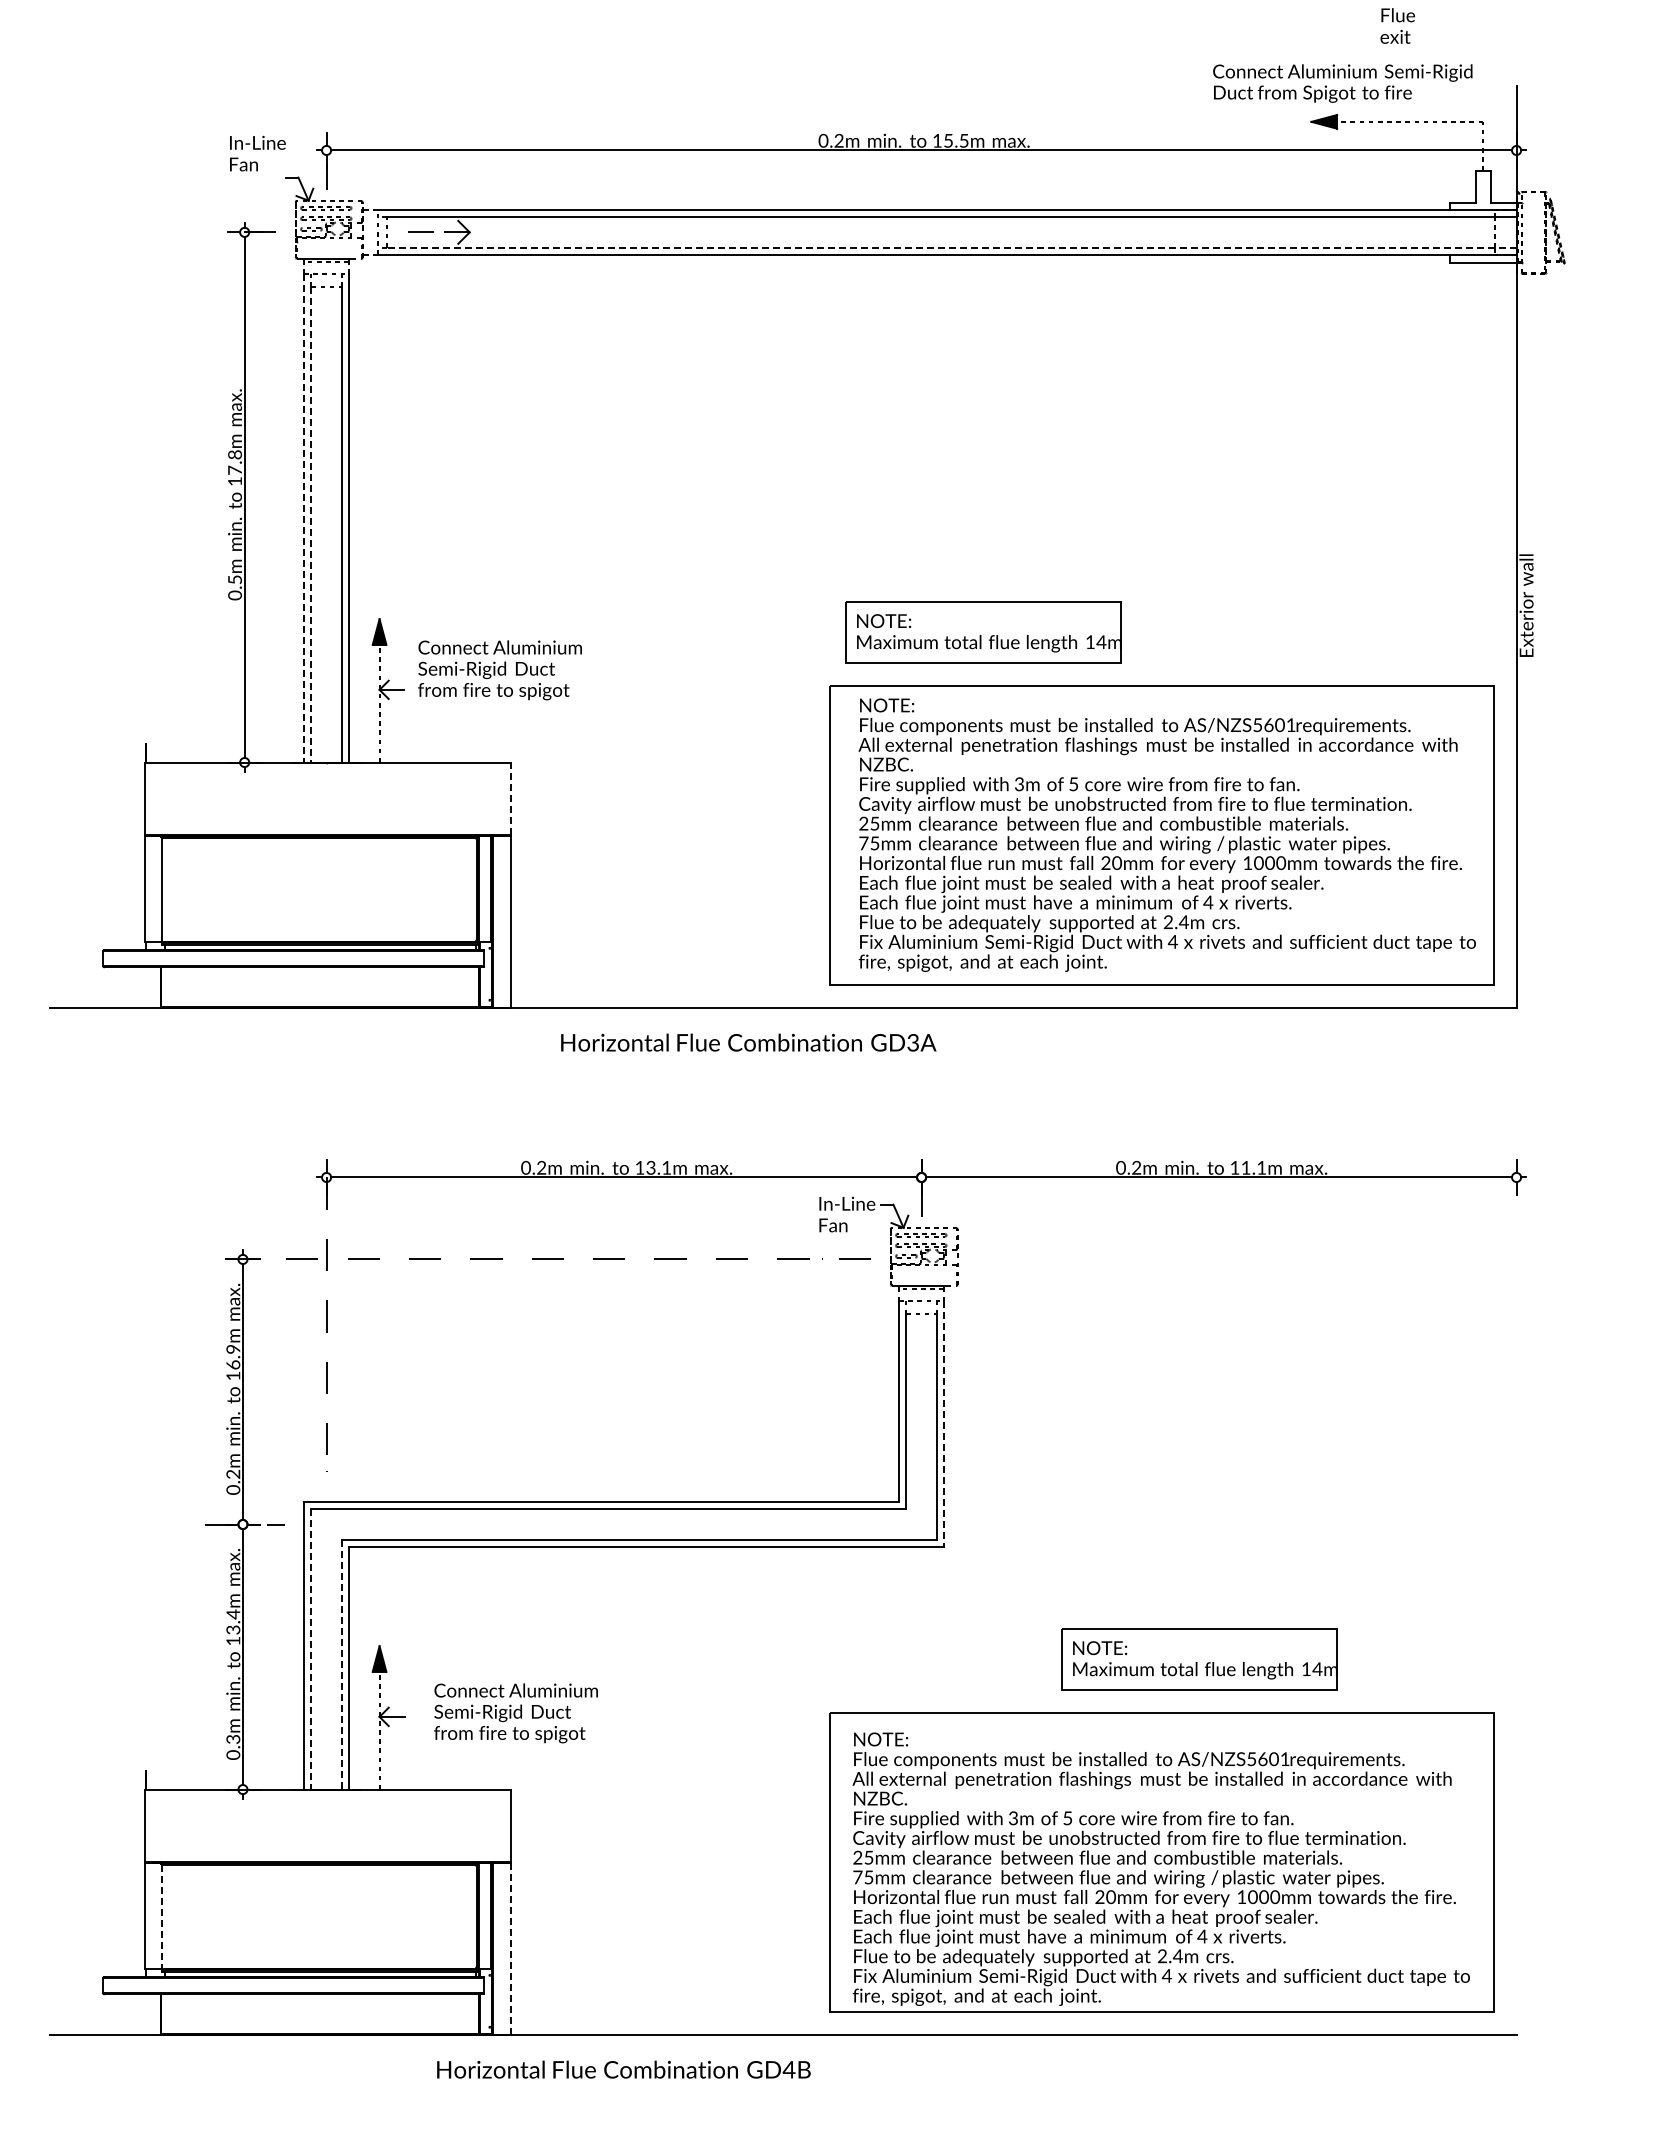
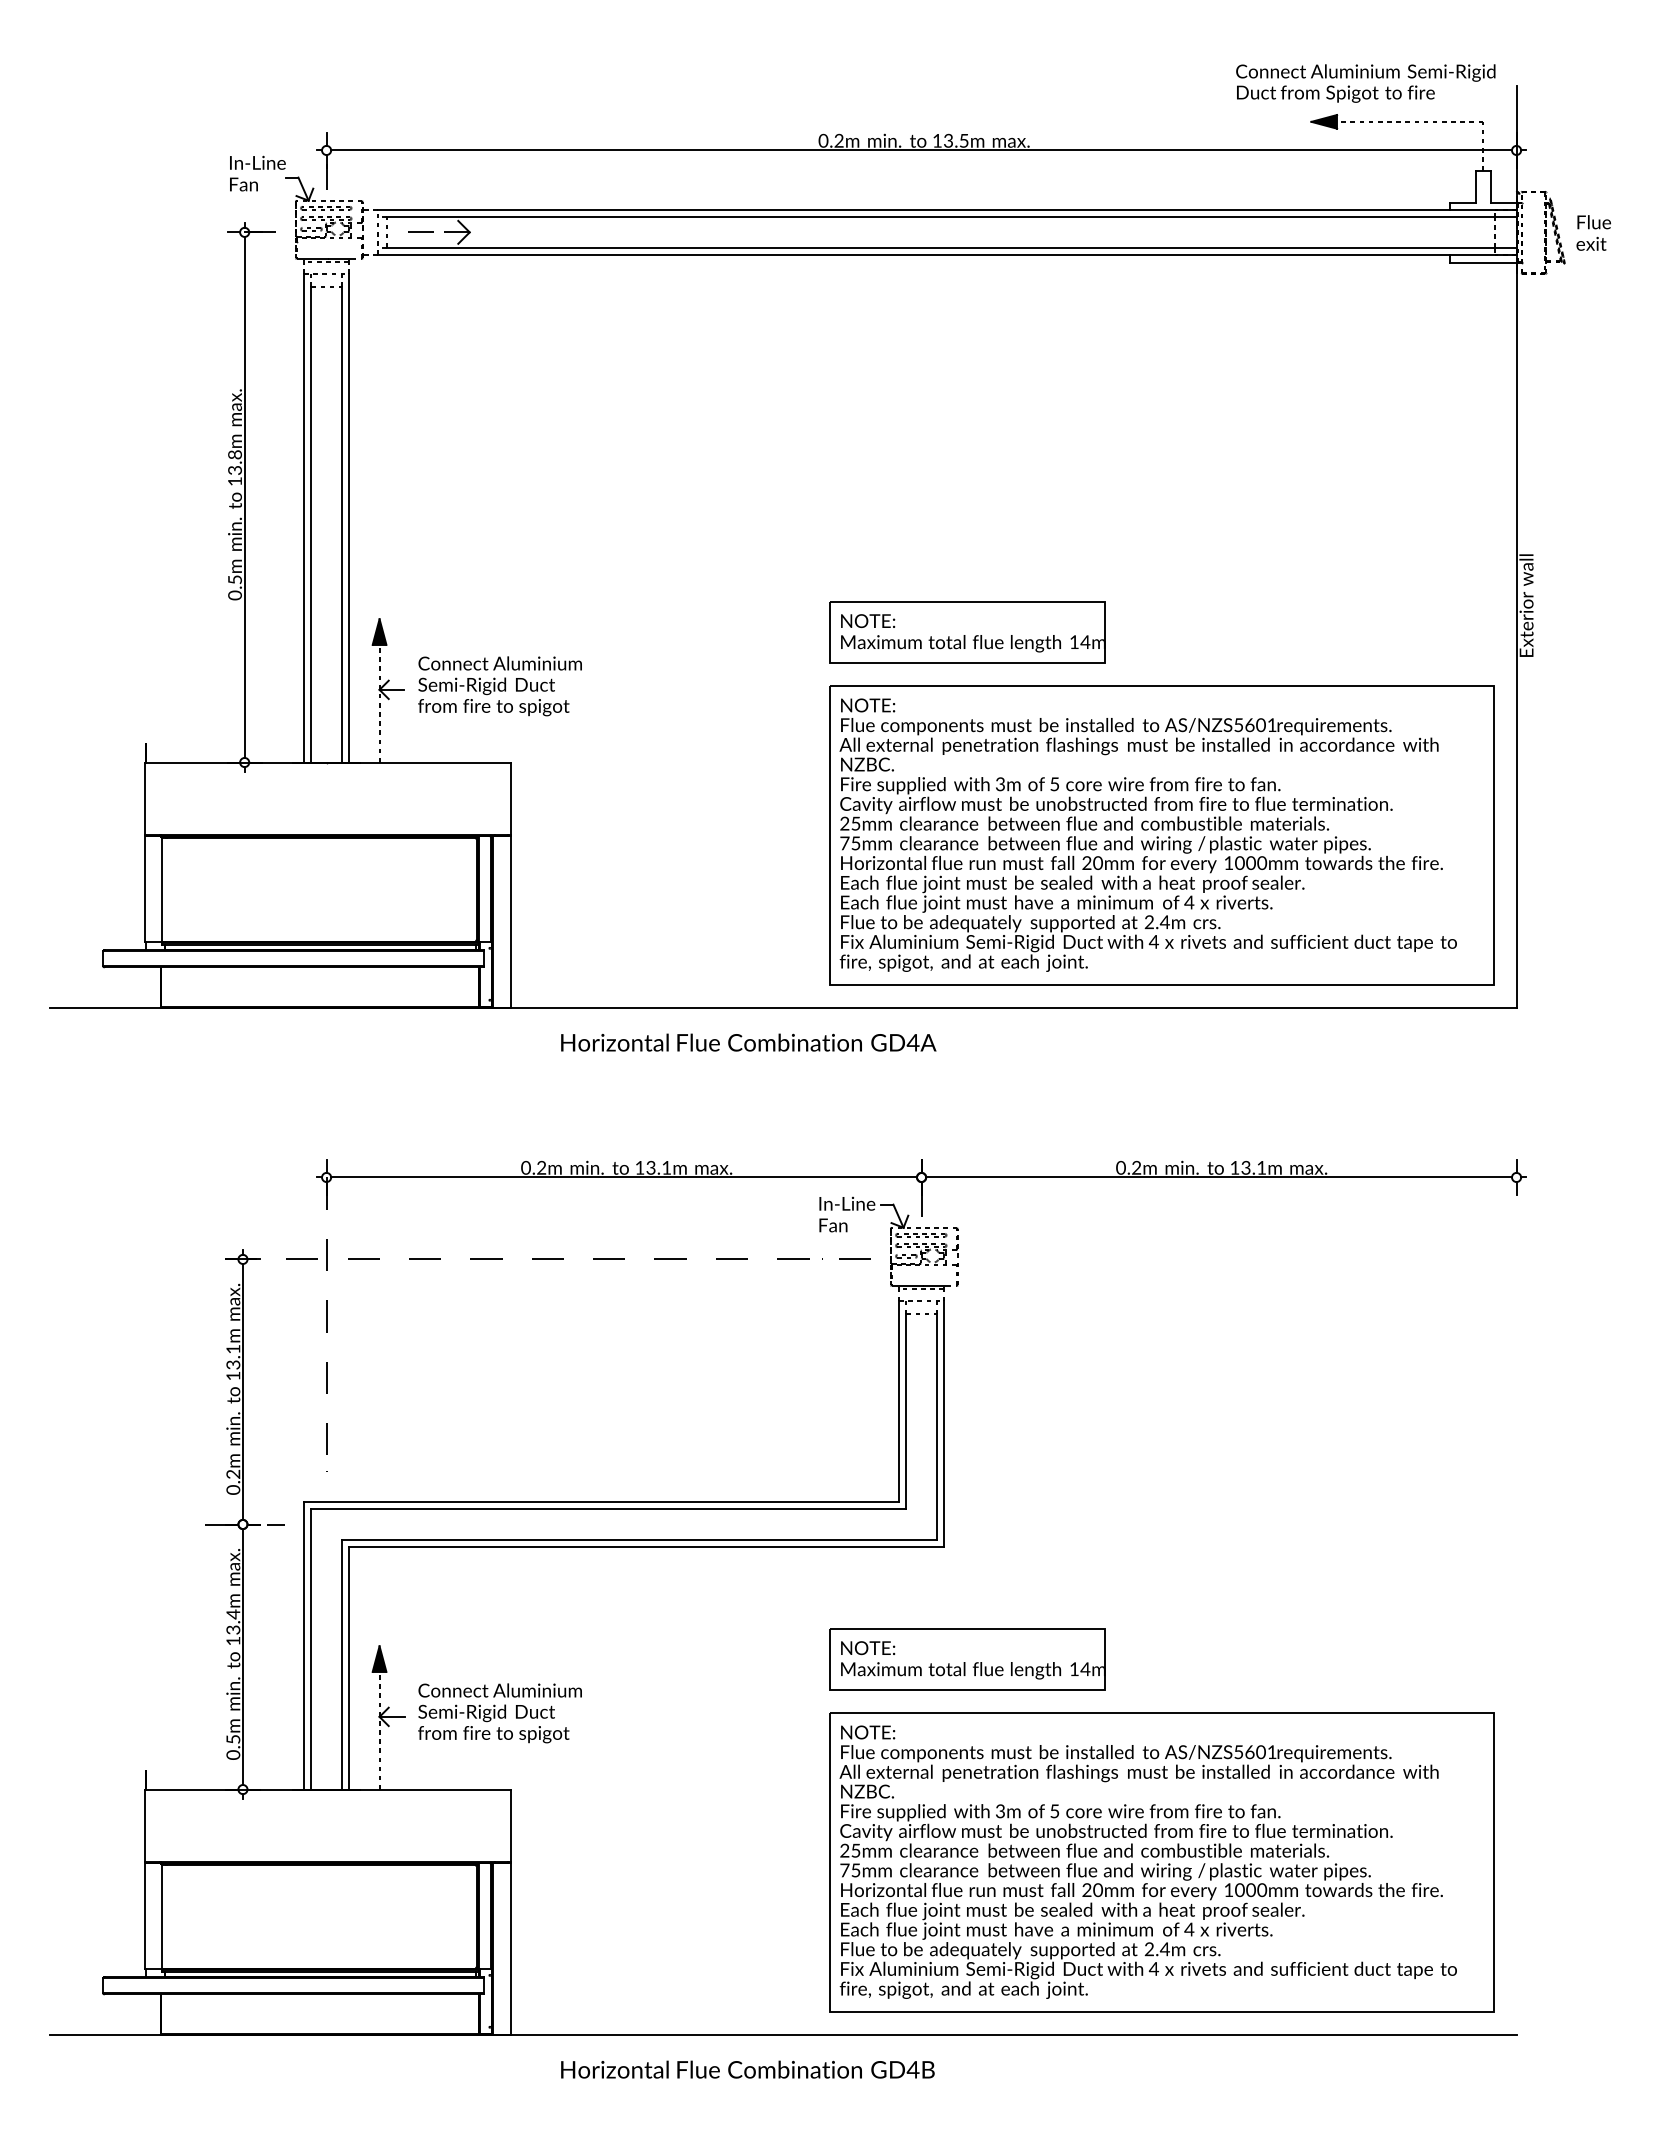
text at (1397, 25) position: (1397, 25) -> (1593, 232)
text at (1342, 83) position: (1342, 83) -> (1365, 83)
text at (948, 140): 15.5m -> 13.5m
text at (257, 153) position: (257, 153) -> (257, 173)
line at (951, 247): dashed -> solid
text at (234, 469): 17.8m -> 13.8m
line at (304, 518): dashed -> solid
line at (311, 524): dashed -> solid
part at (983, 632) position: (983, 632) -> (967, 632)
text at (499, 670) position: (499, 670) -> (499, 686)
line at (511, 798): dashed -> solid
text at (1166, 834) position: (1166, 834) -> (1147, 834)
text at (912, 1042): GD3A -> GD4A
text at (1245, 1167): 11.1m -> 13.1m
text at (233, 1357): 16.9m -> 13.1m
line at (944, 1424): dashed -> solid
line at (311, 1649): dashed -> solid
part at (1199, 1659) position: (1199, 1659) -> (967, 1659)
line at (341, 1664): dashed -> solid
text at (515, 1713) position: (515, 1713) -> (499, 1713)
text at (233, 1739): 0.3m -> 0.5m
text at (1160, 1868) position: (1160, 1868) -> (1147, 1861)
line at (161, 1917): dashed -> solid
line at (511, 1949): dashed -> solid
text at (623, 2069) position: (623, 2069) -> (747, 2069)
